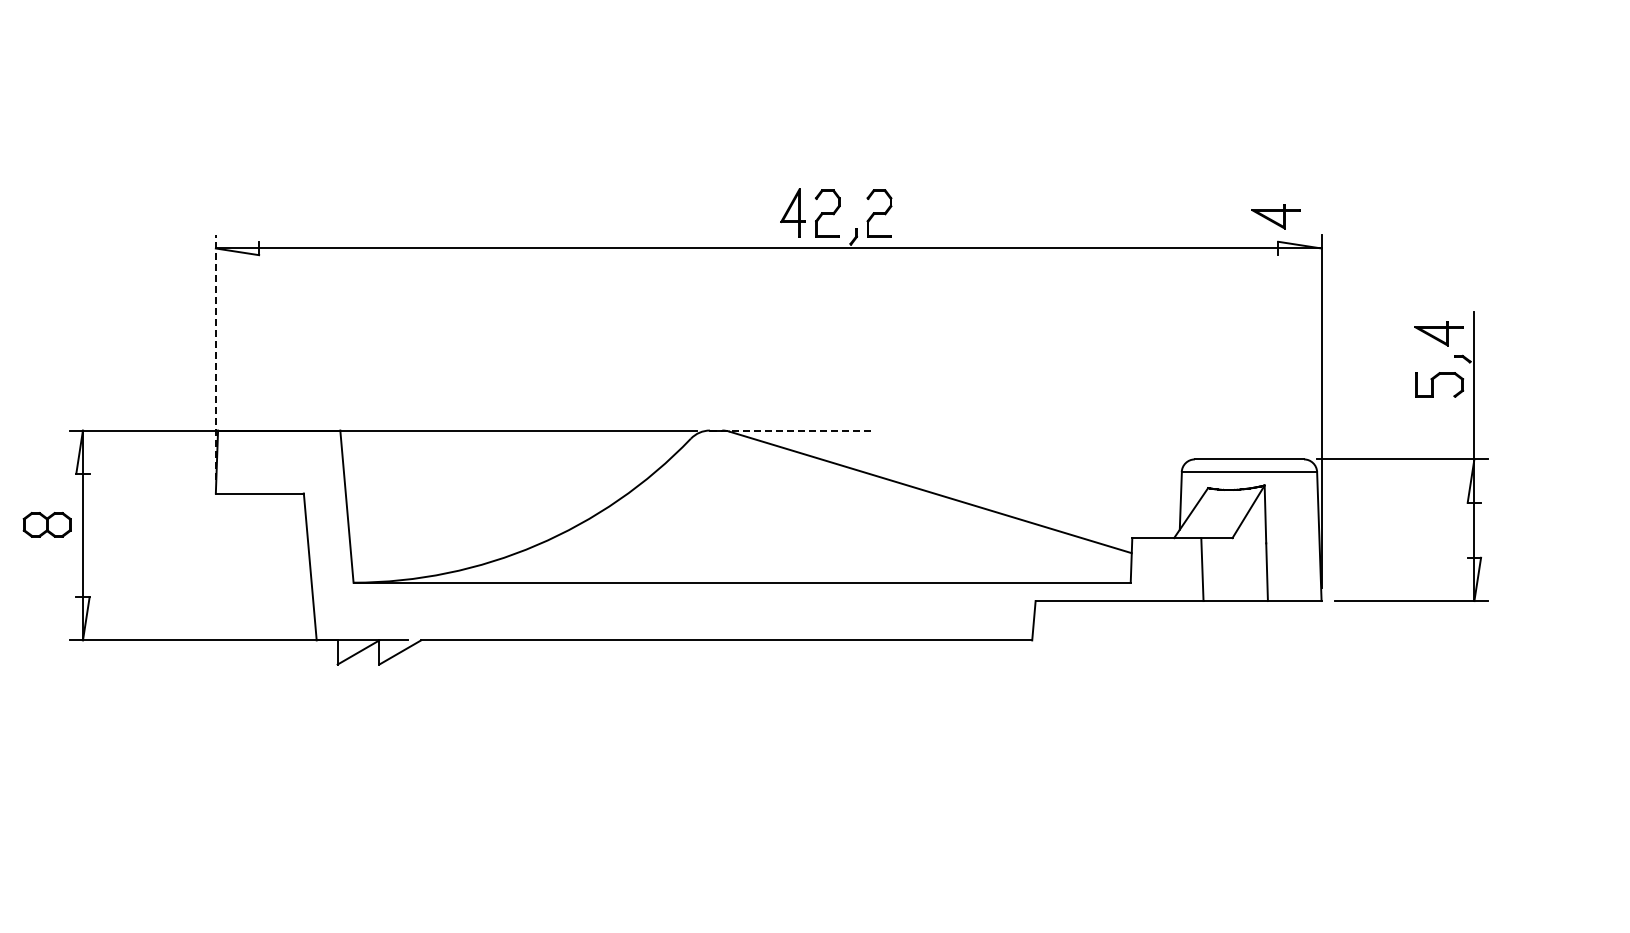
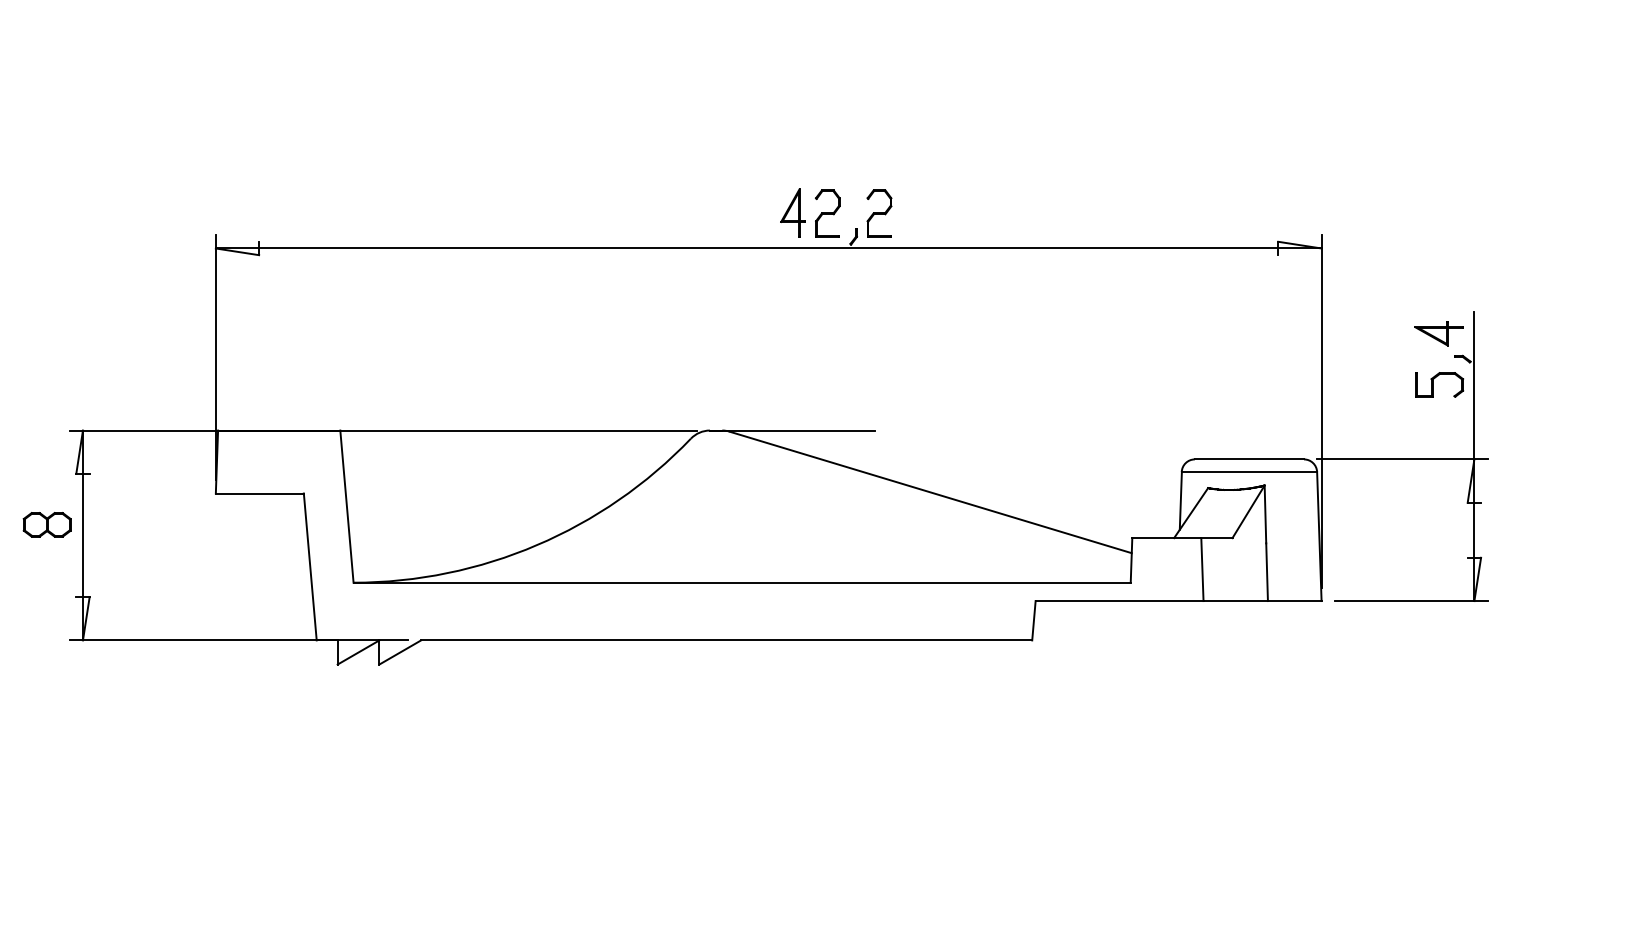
part at (1275, 216): present -> none
line at (215, 357): dashed -> solid
line at (792, 430): dashed -> solid
